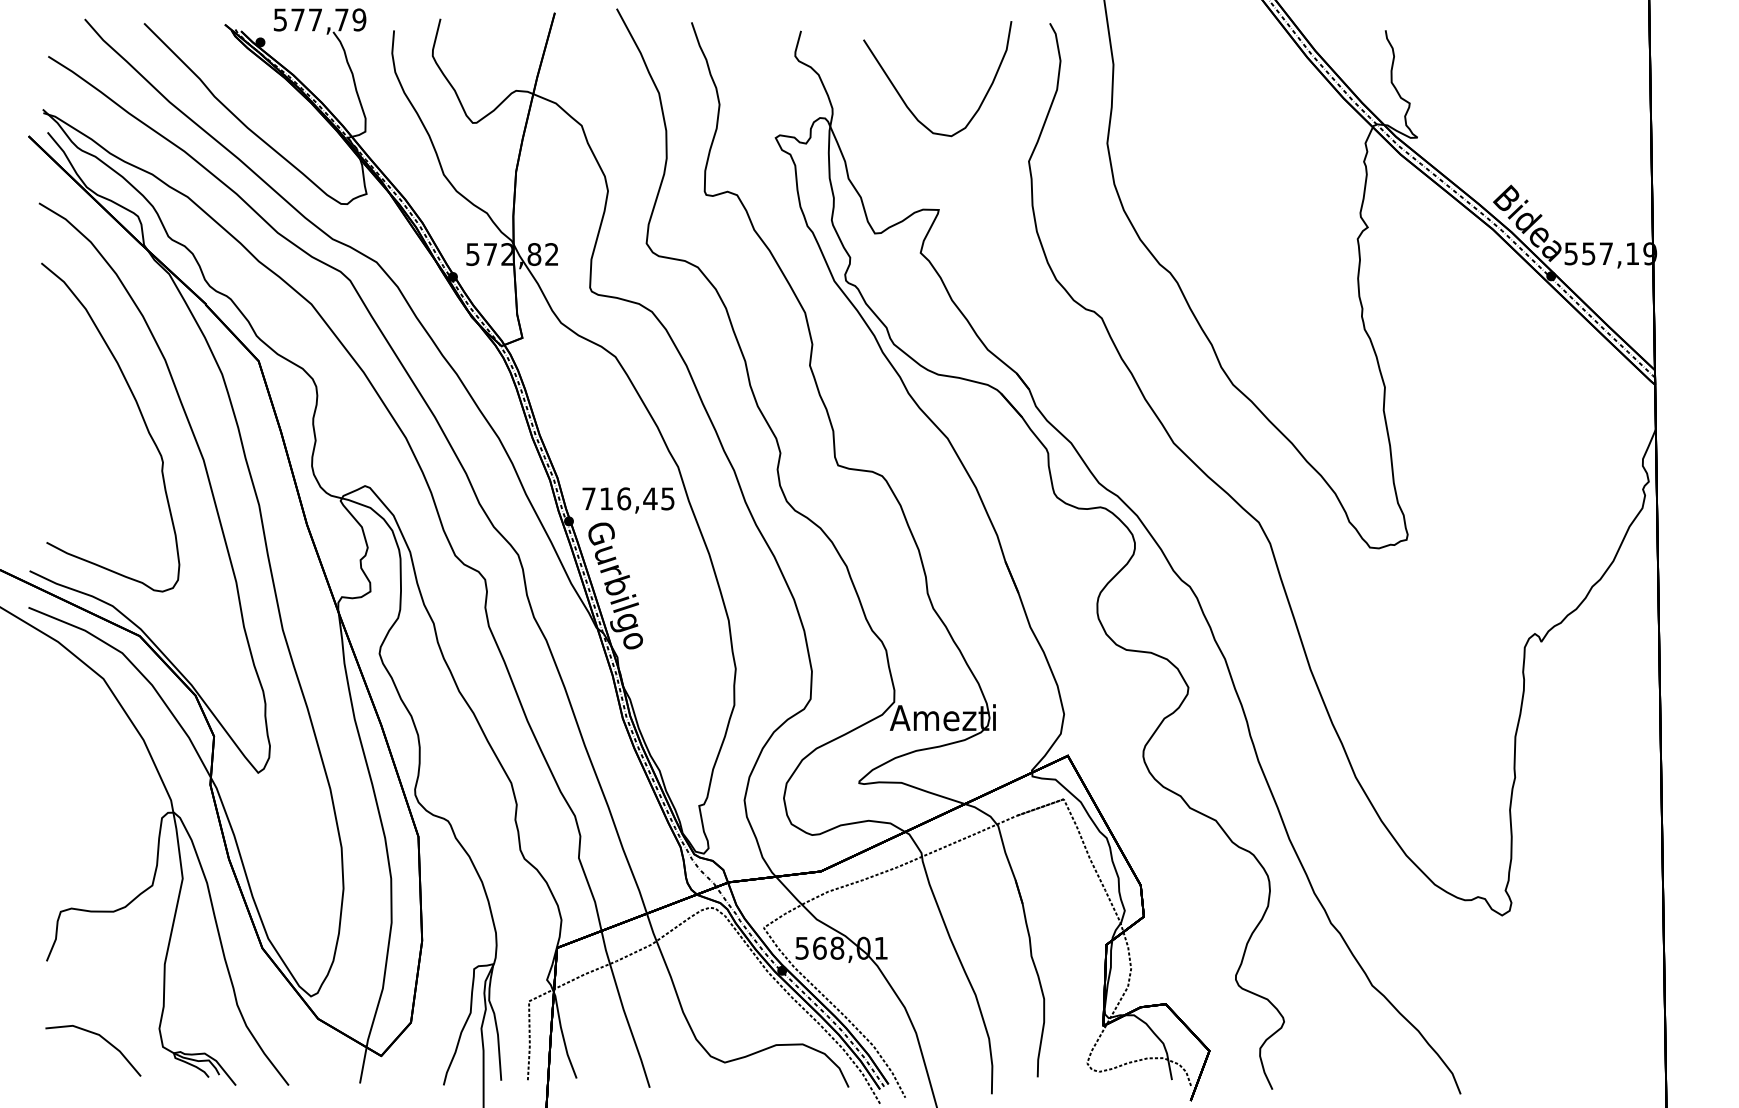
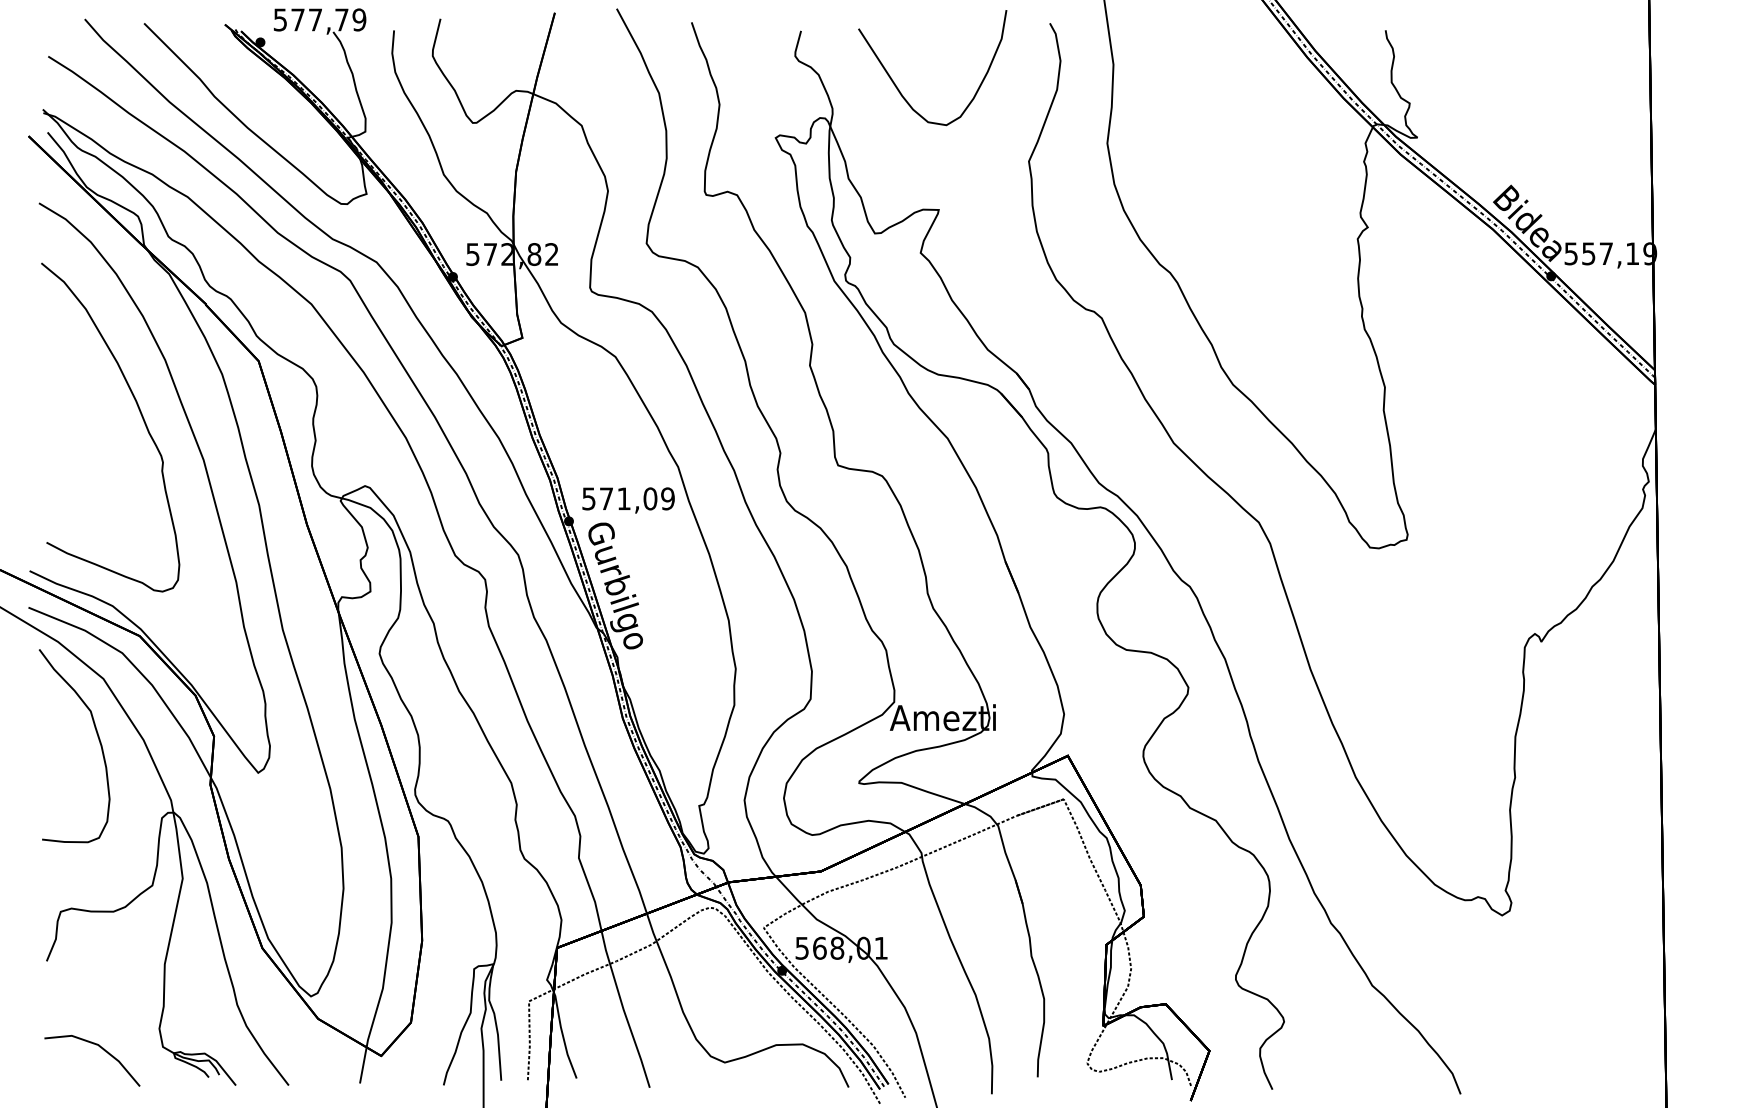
curve at (904, 100) position: (904, 100) -> (899, 89)
text at (628, 498): 716,45 -> 571,09
curve at (97, 737): none -> present
line at (100, 1037) position: (100, 1037) -> (99, 1047)
